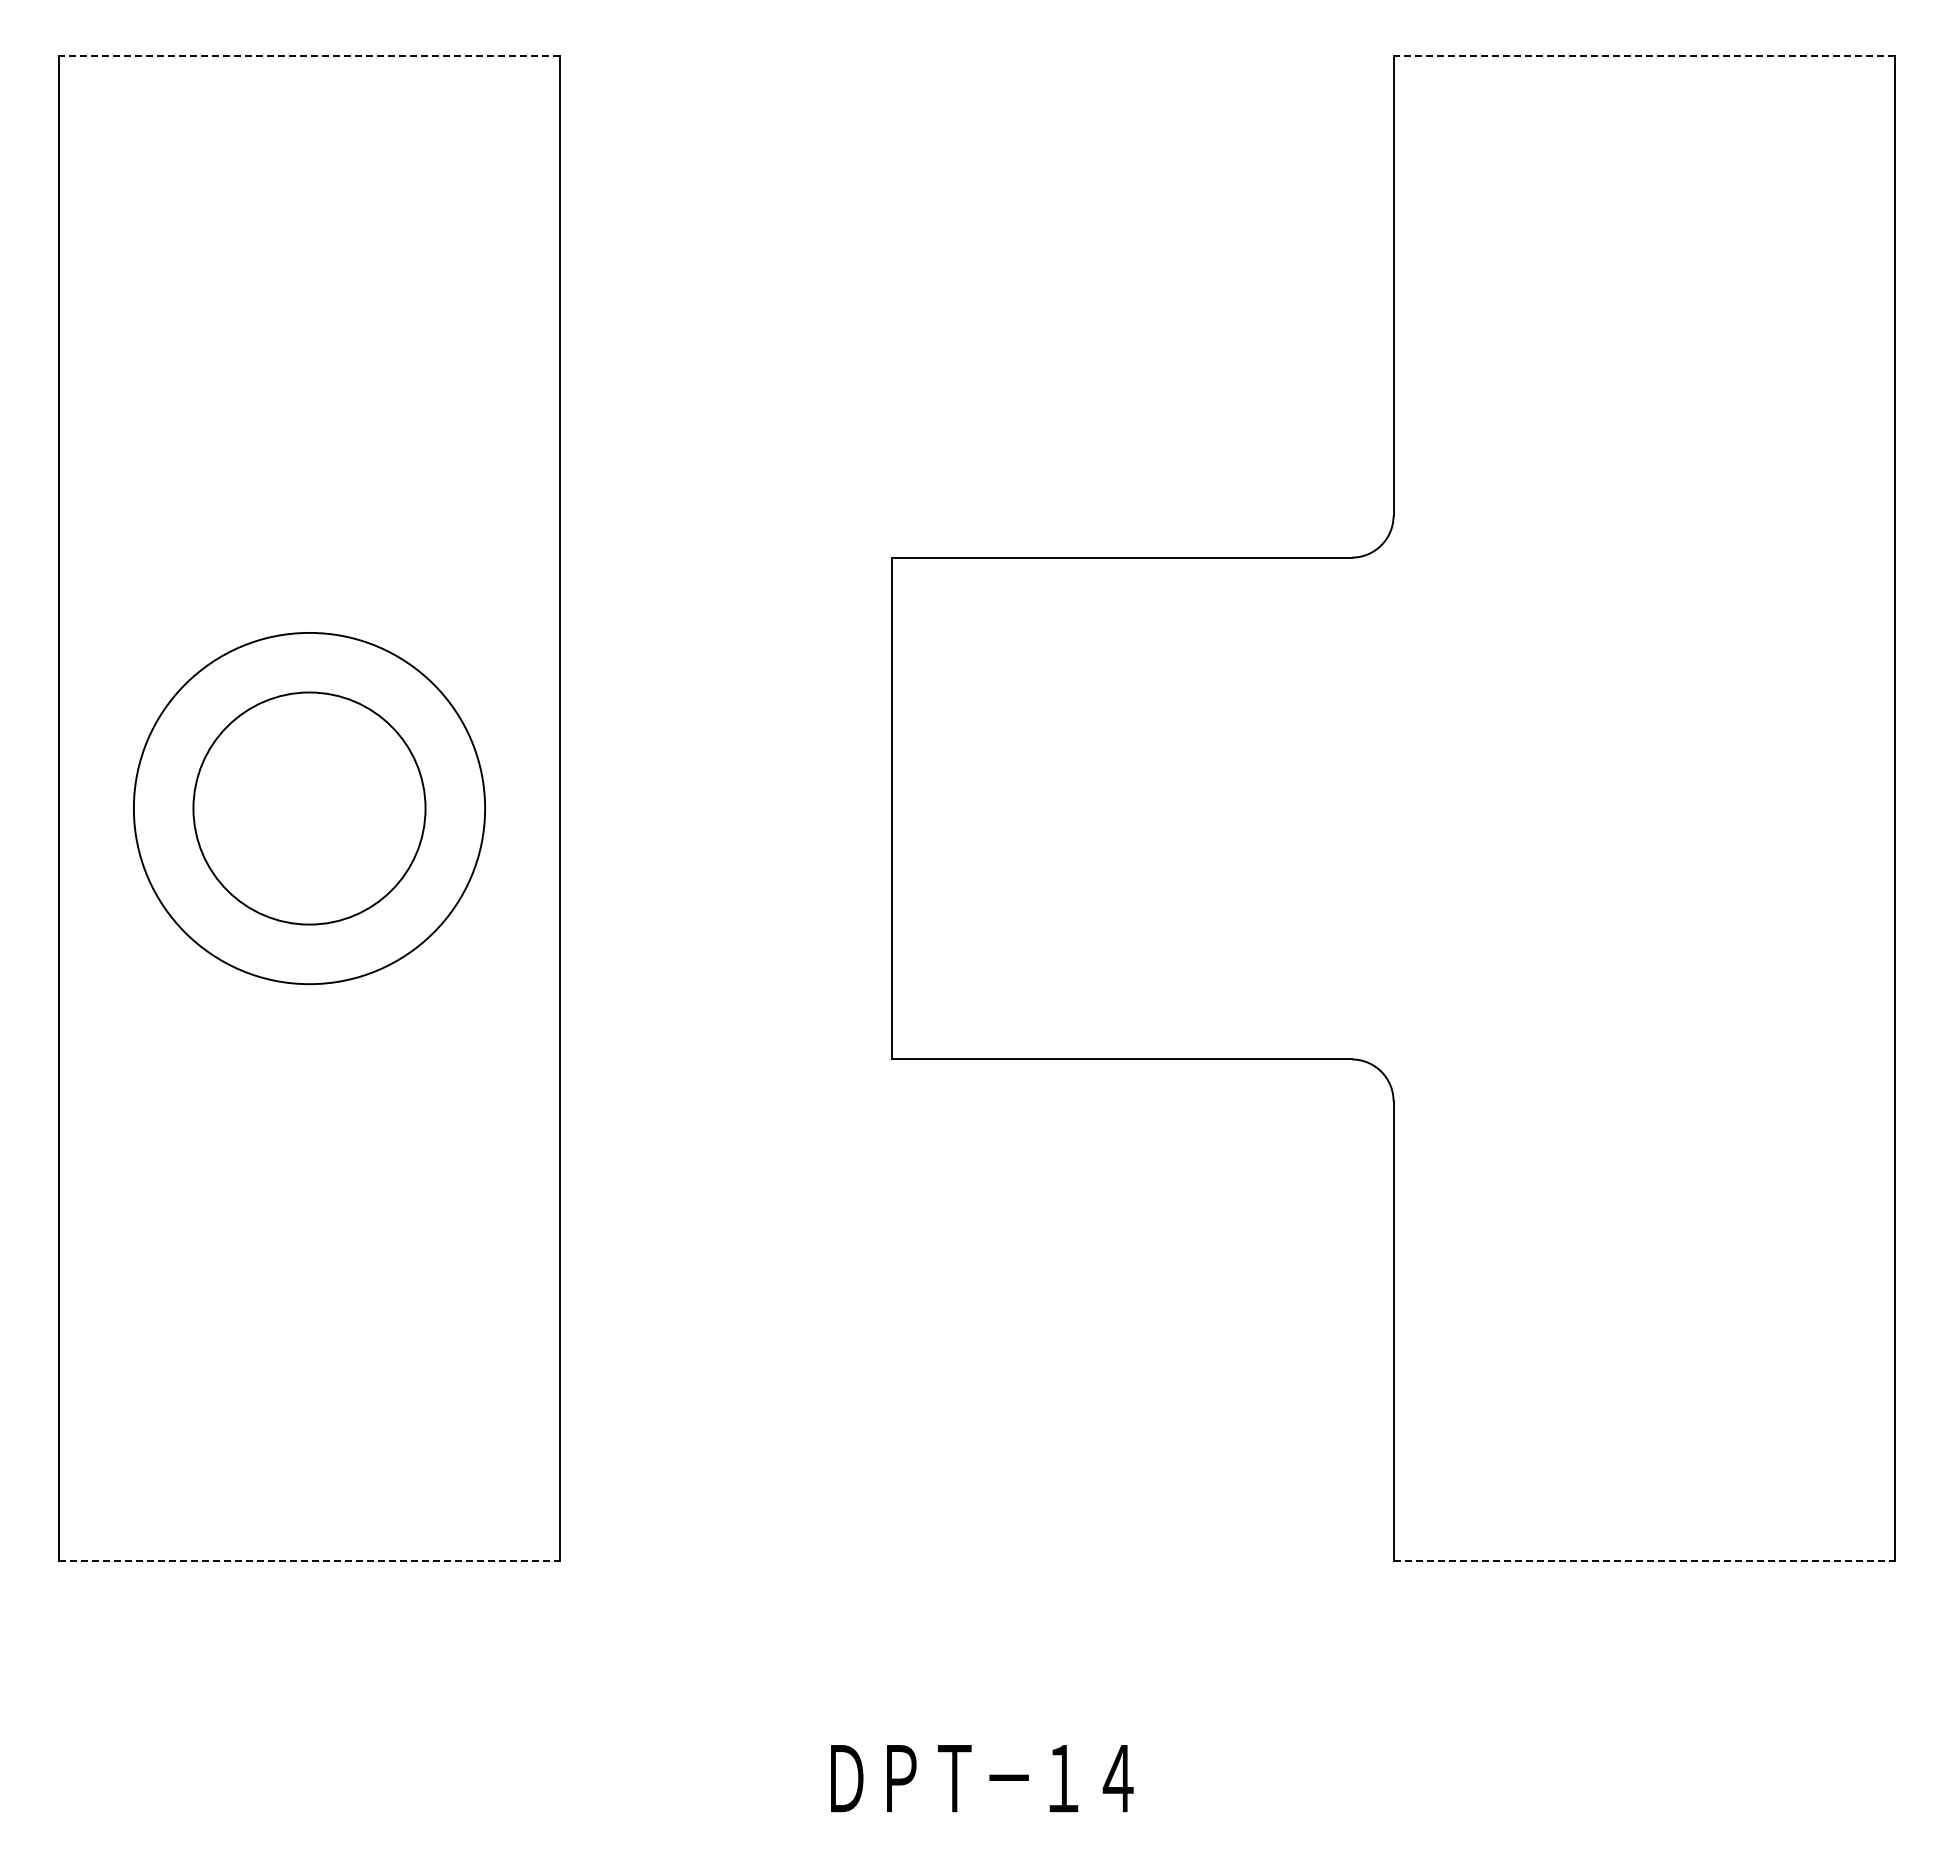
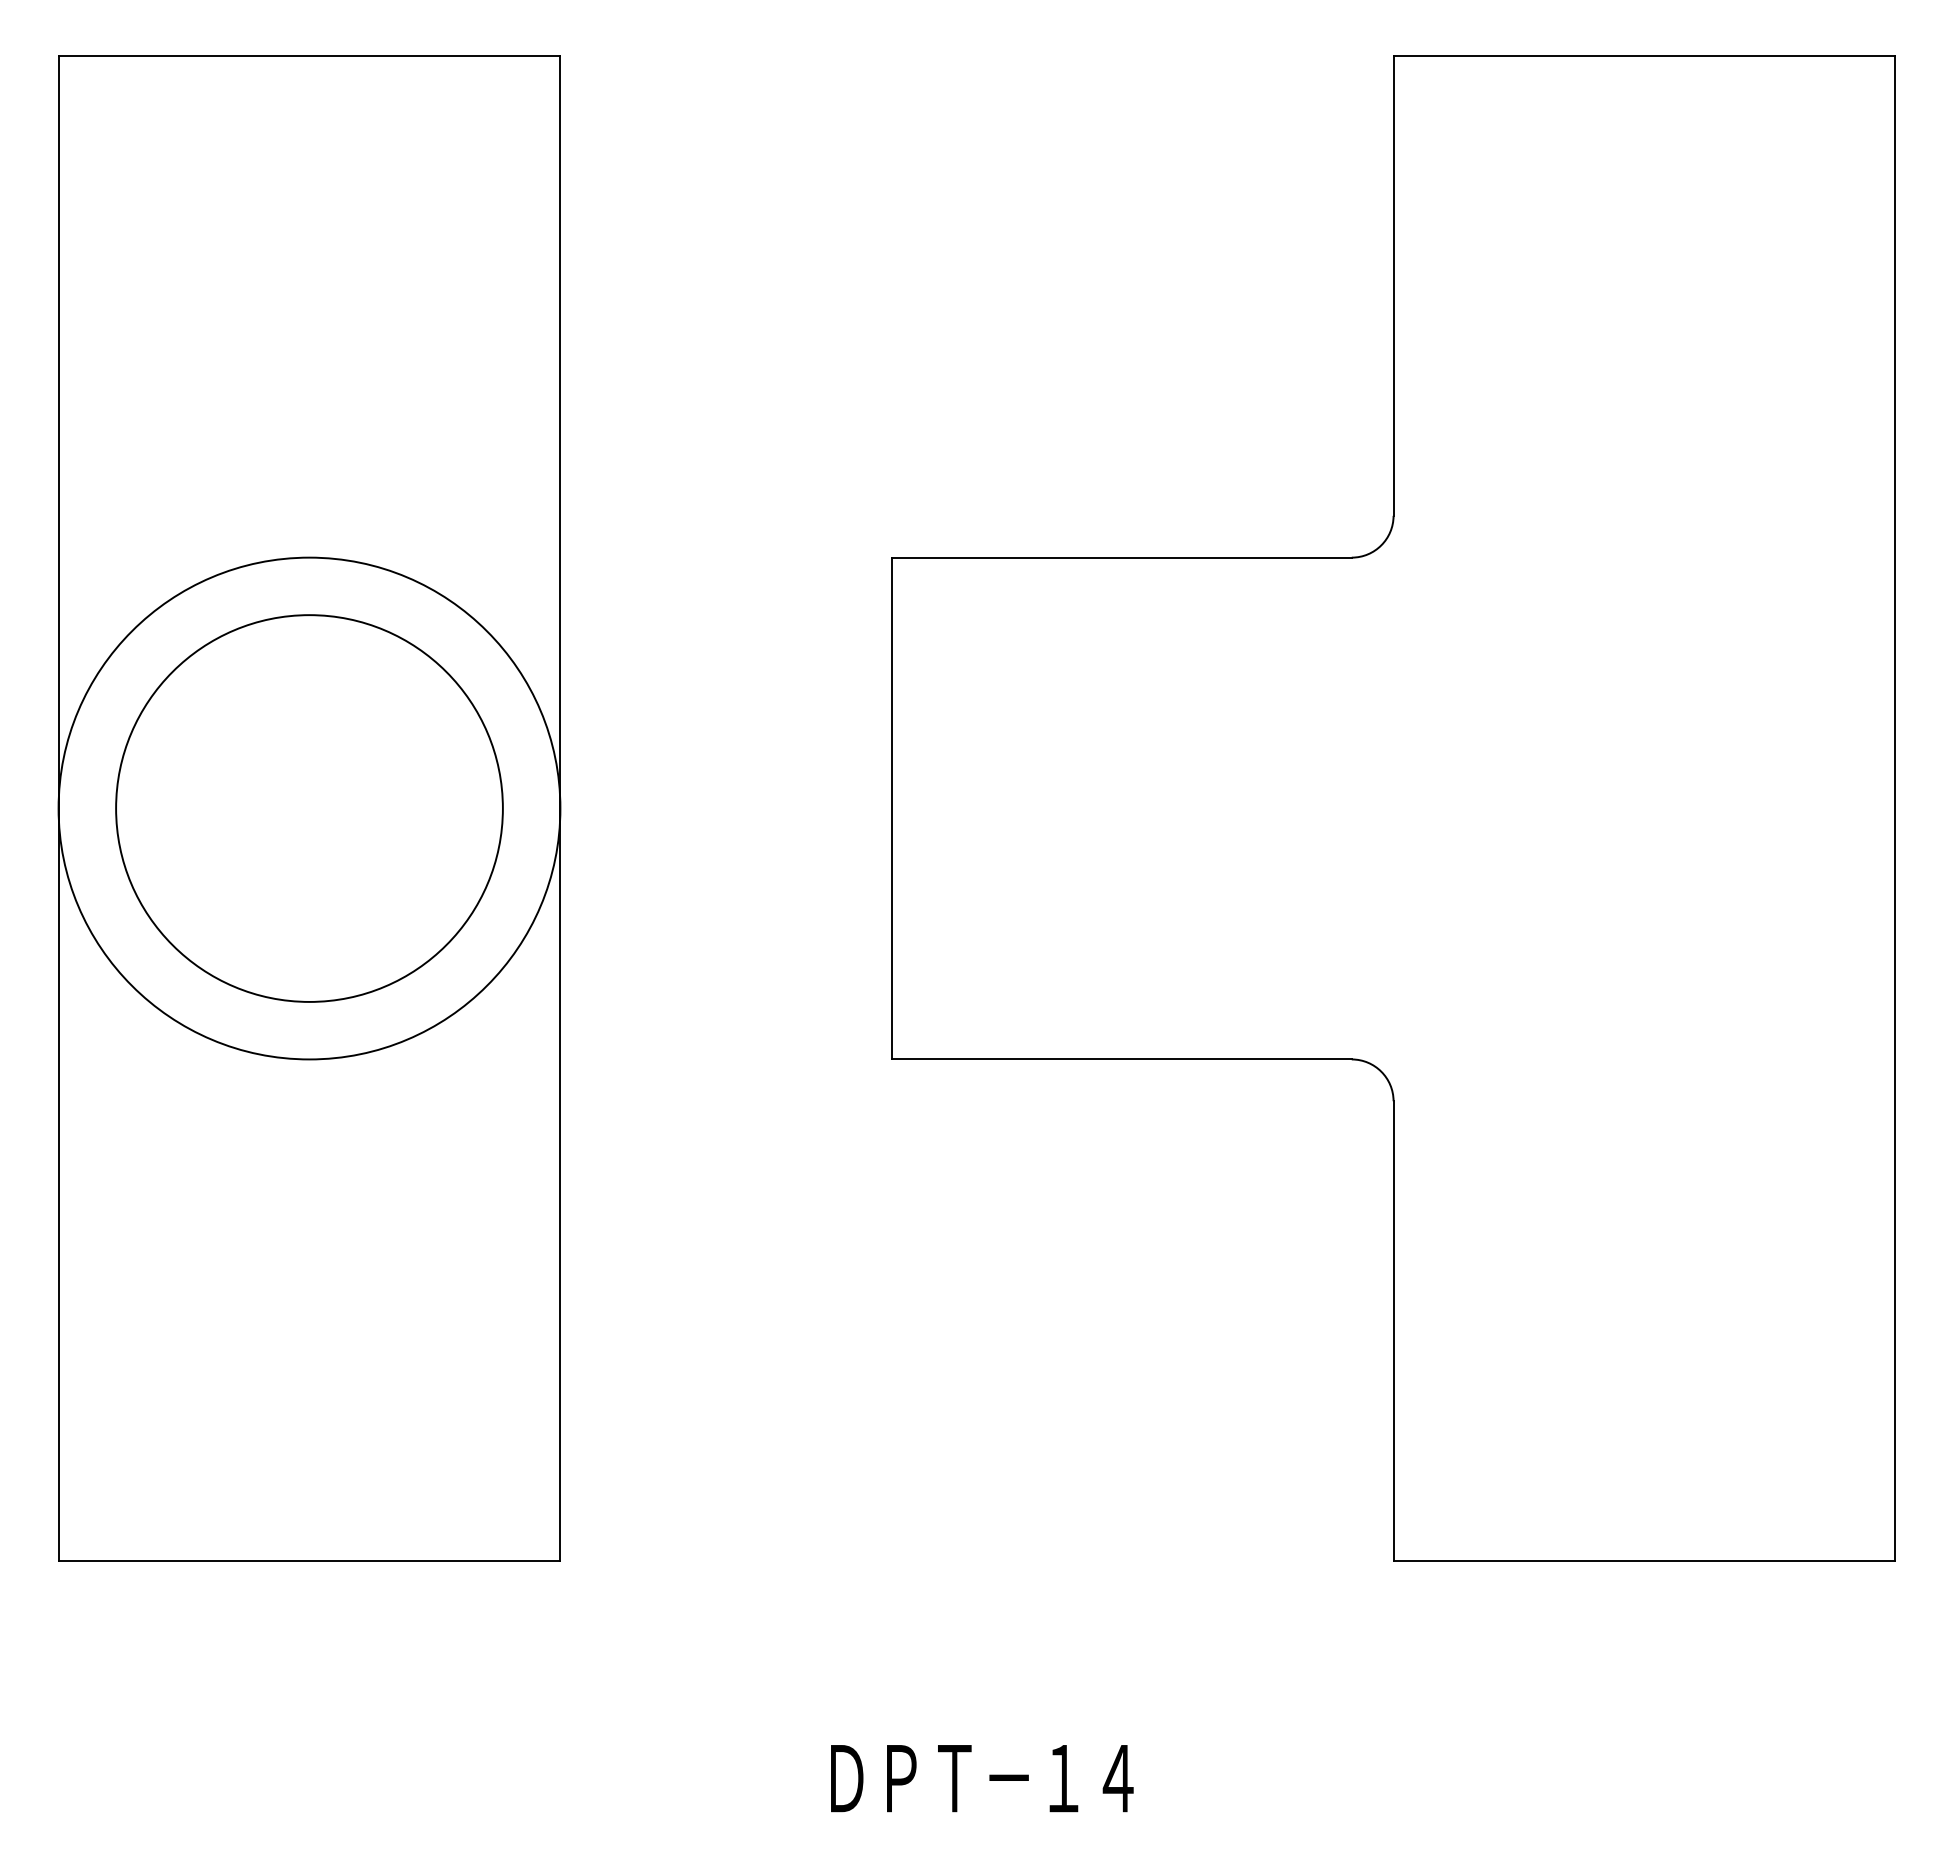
line at (309, 55): dashed -> solid
line at (1644, 55): dashed -> solid
circle at (309, 808) diameter: 232 px -> 387 px
circle at (309, 808) diameter: 351 px -> 502 px
line at (309, 1561): dashed -> solid
line at (1644, 1561): dashed -> solid
